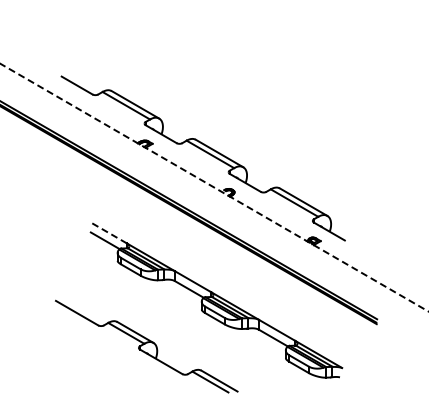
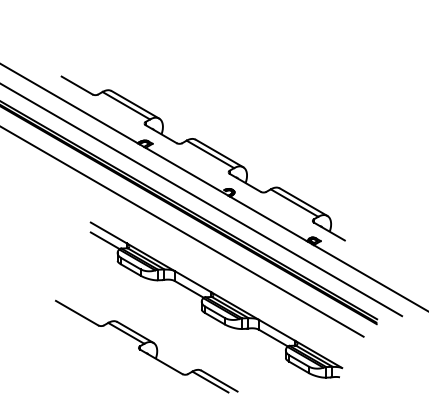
line at (214, 187): dashed -> solid
line at (202, 200): none -> present
line at (182, 231): none -> present
line at (108, 232): dashed -> solid
